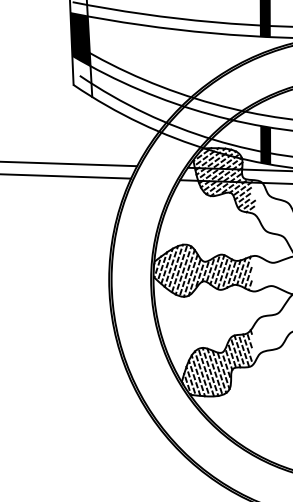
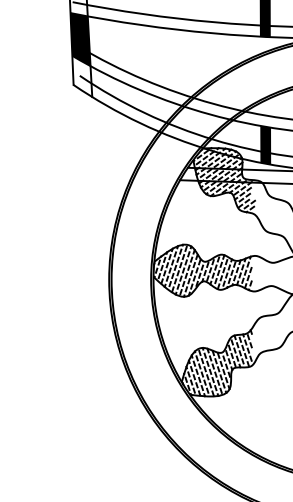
line at (69, 163): present -> none
line at (66, 176): present -> none
